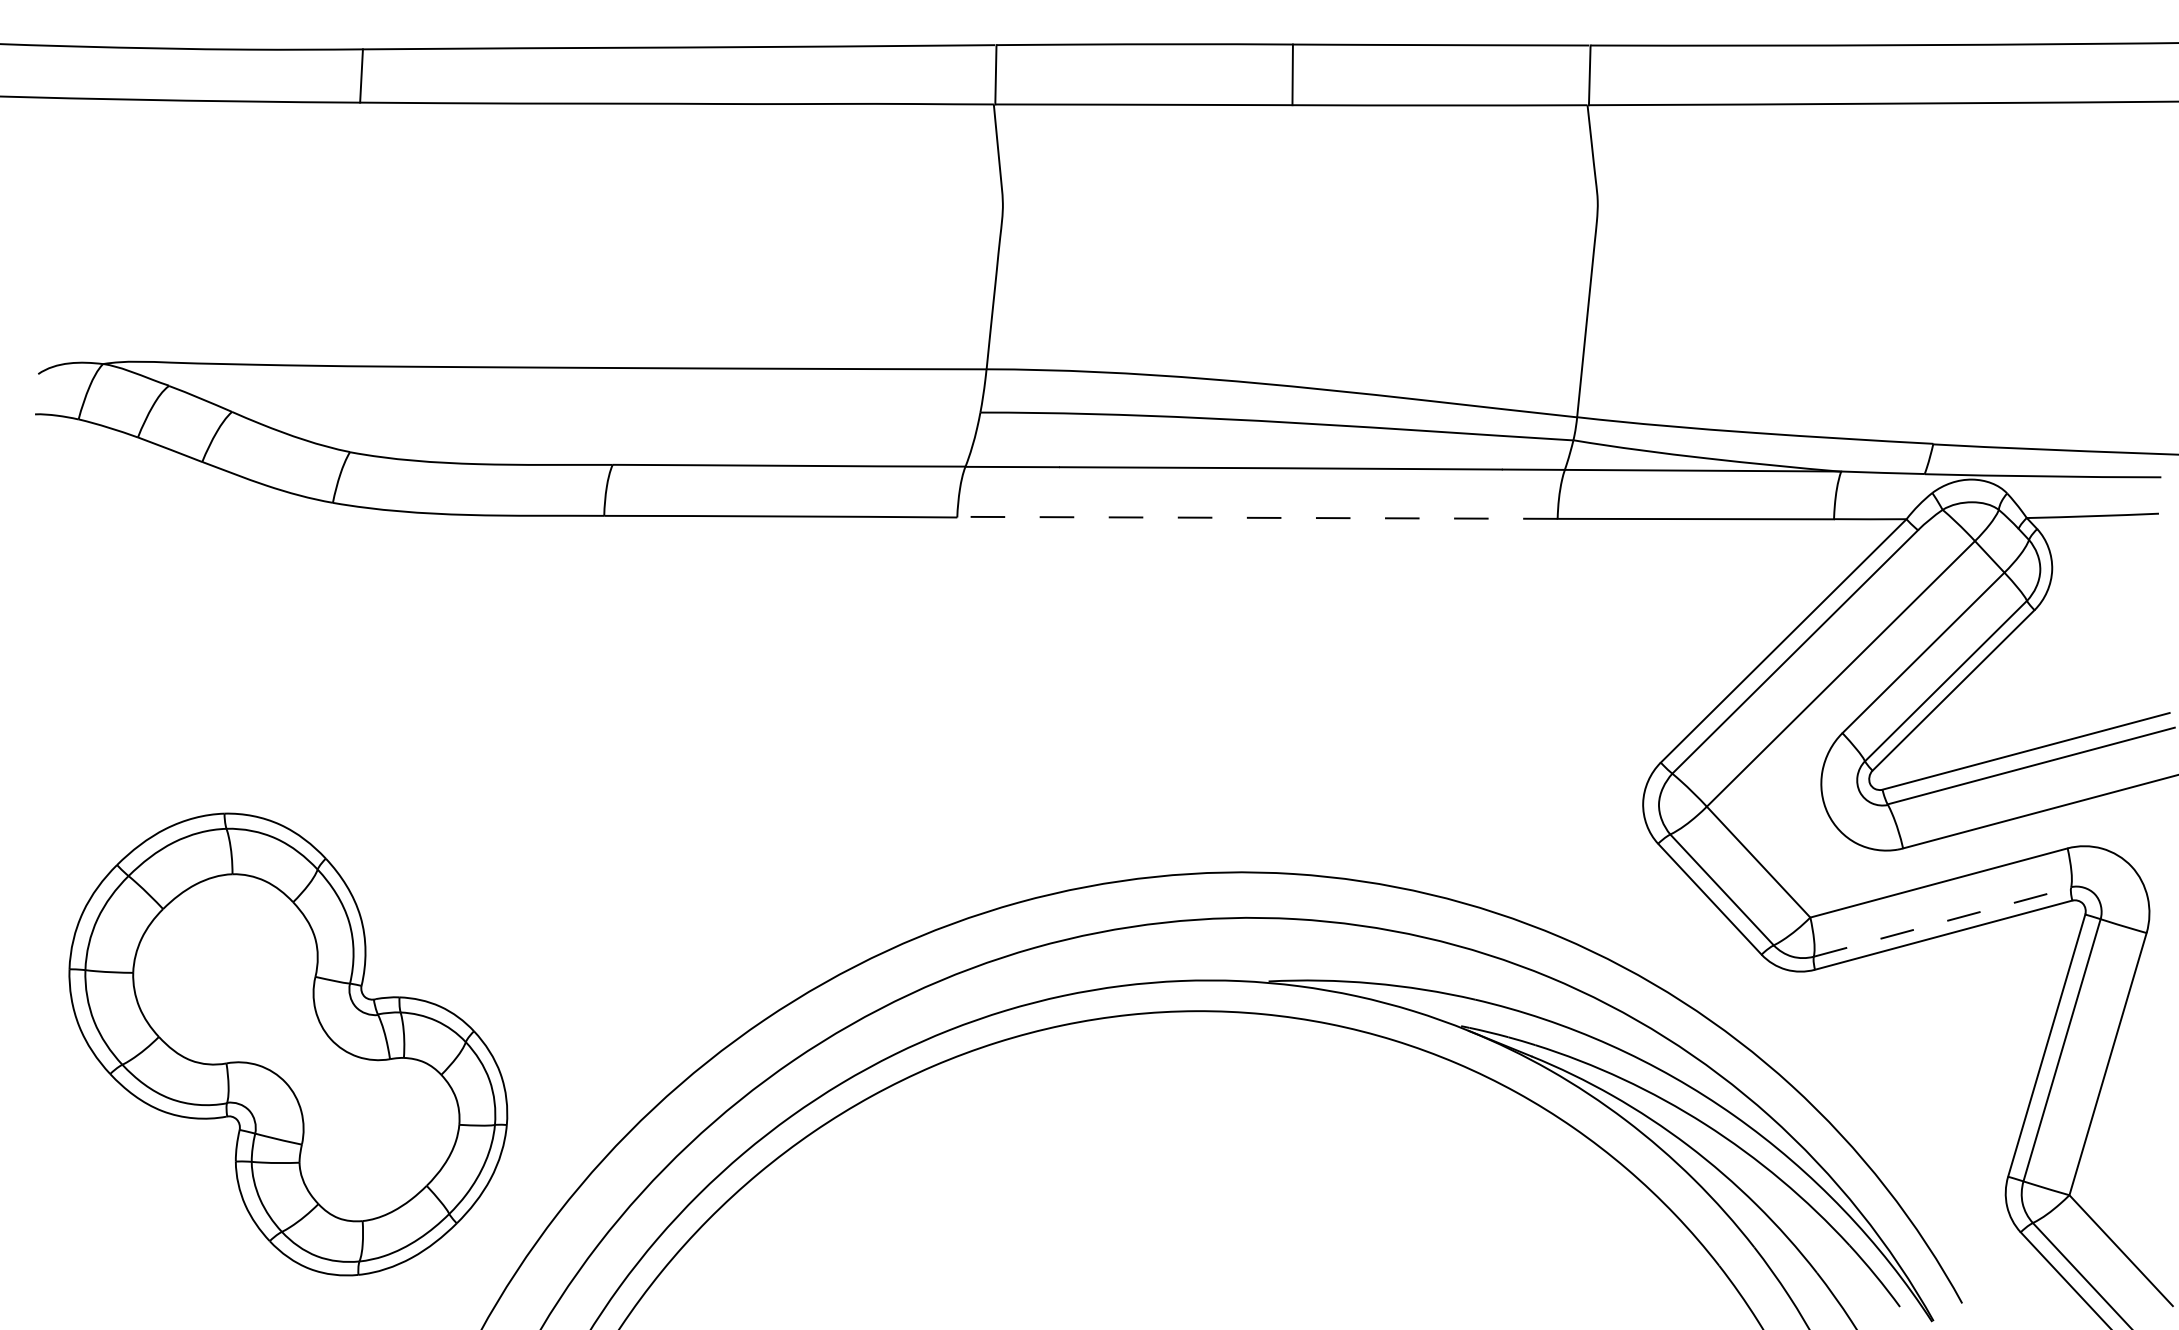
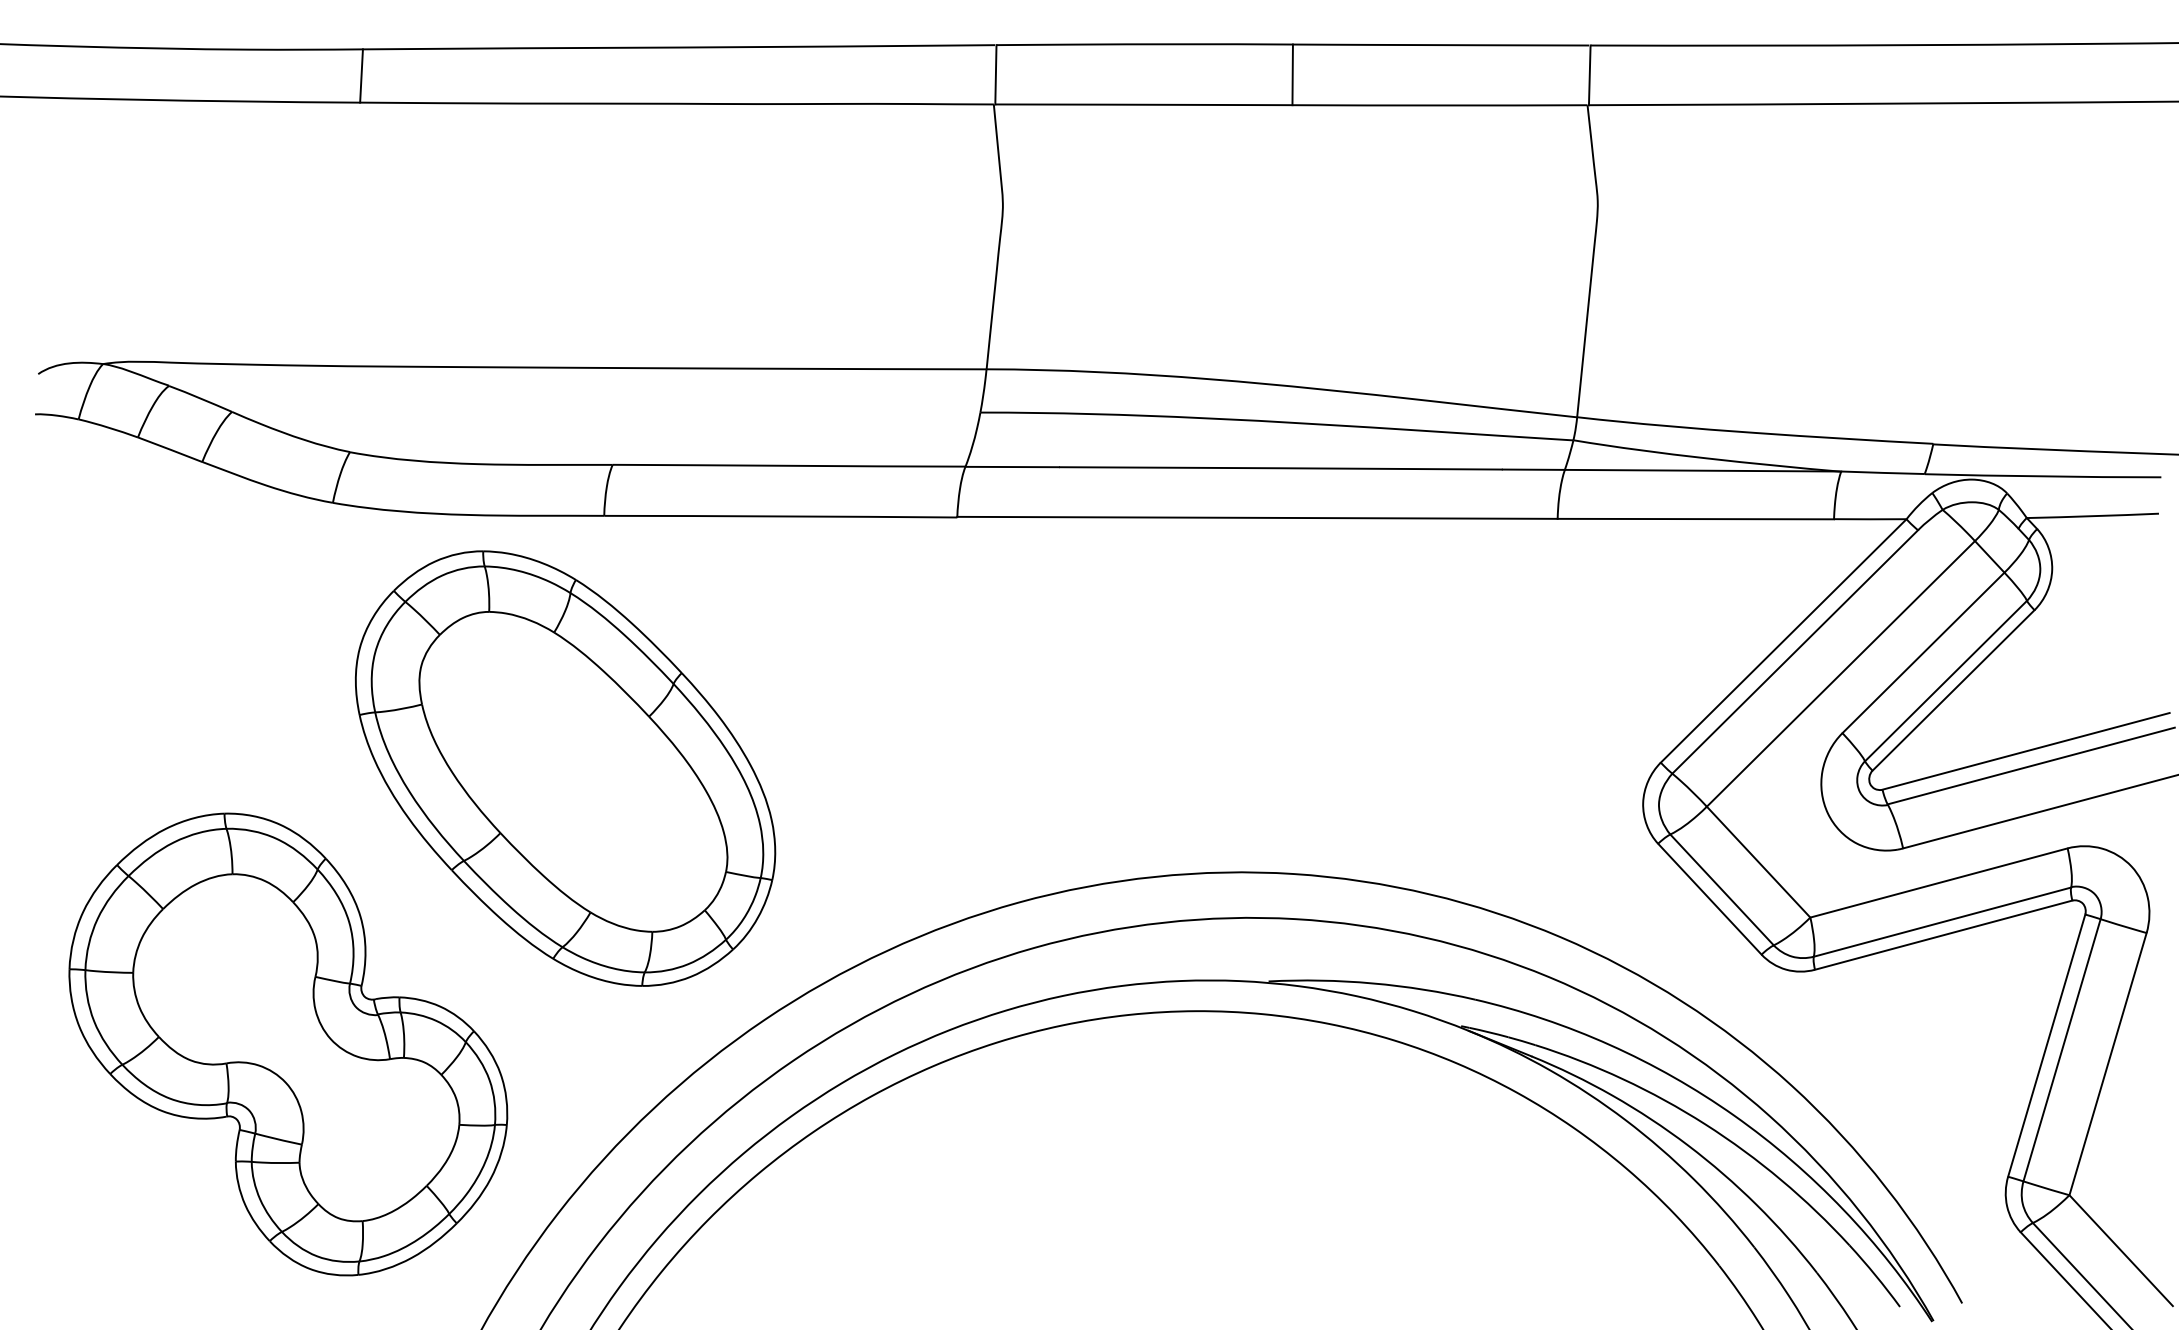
line at (1257, 517): dashed -> solid
part at (565, 768): none -> present
line at (1942, 922): dashed -> solid
